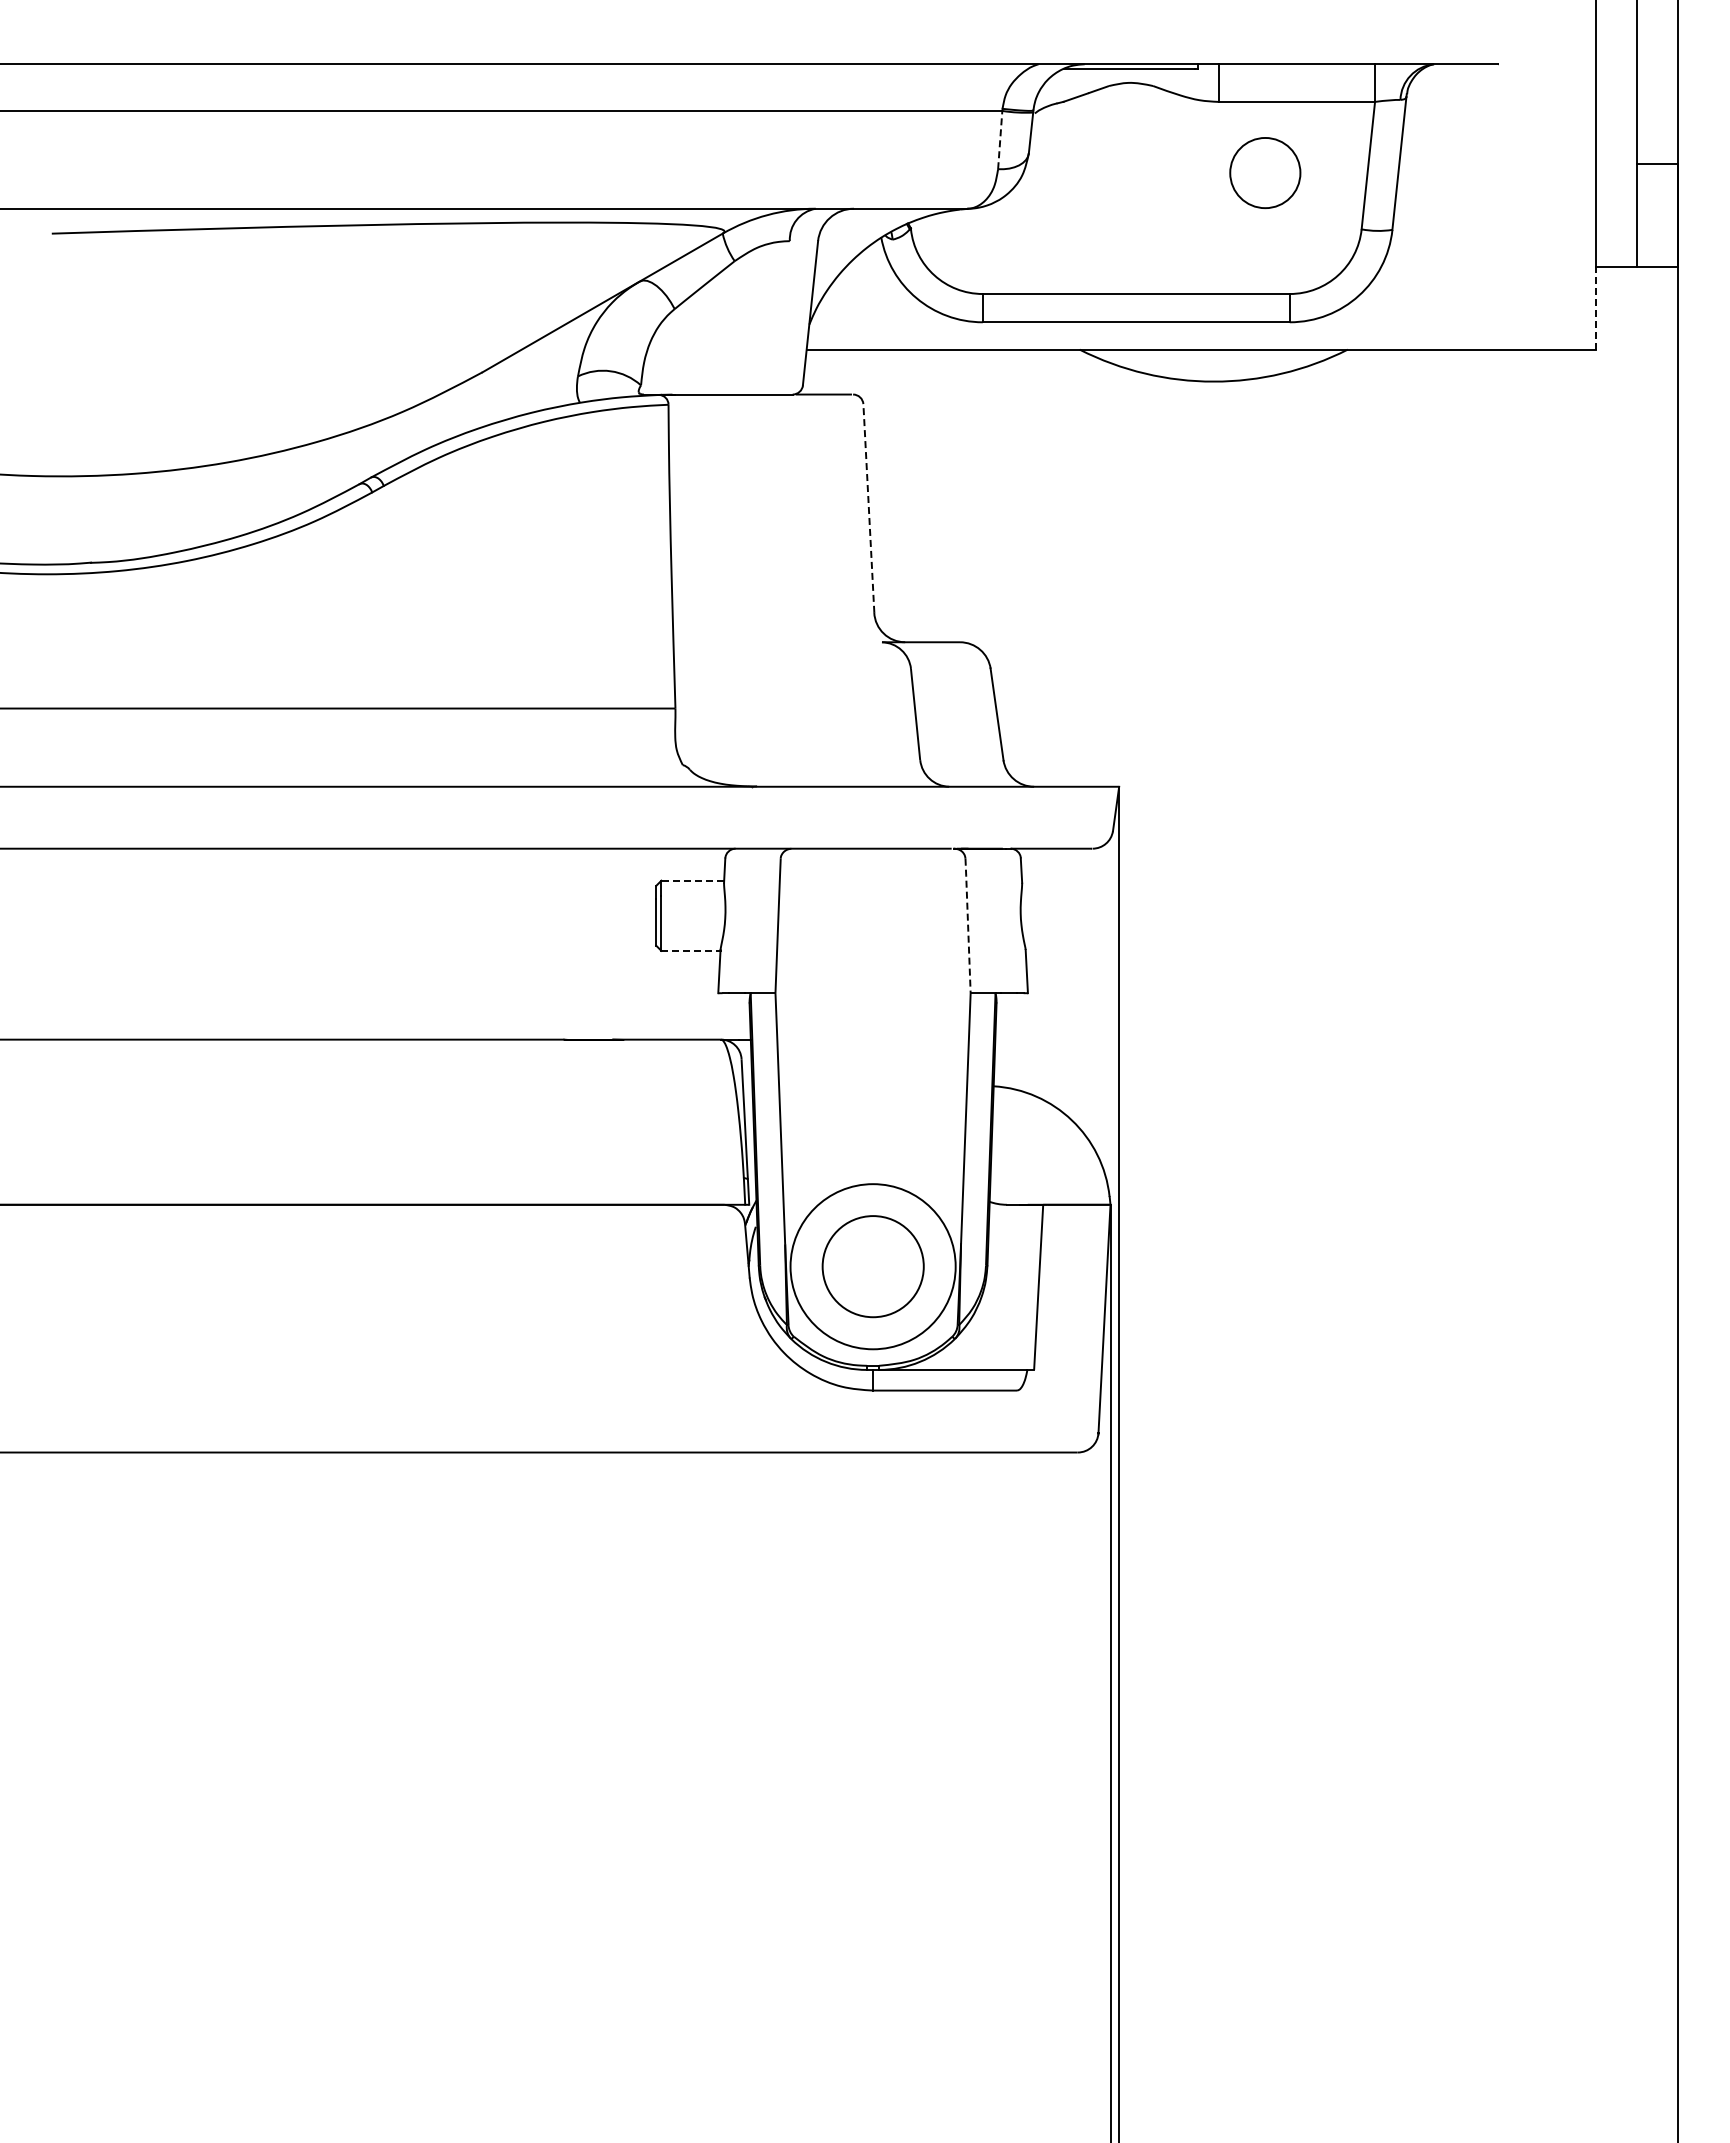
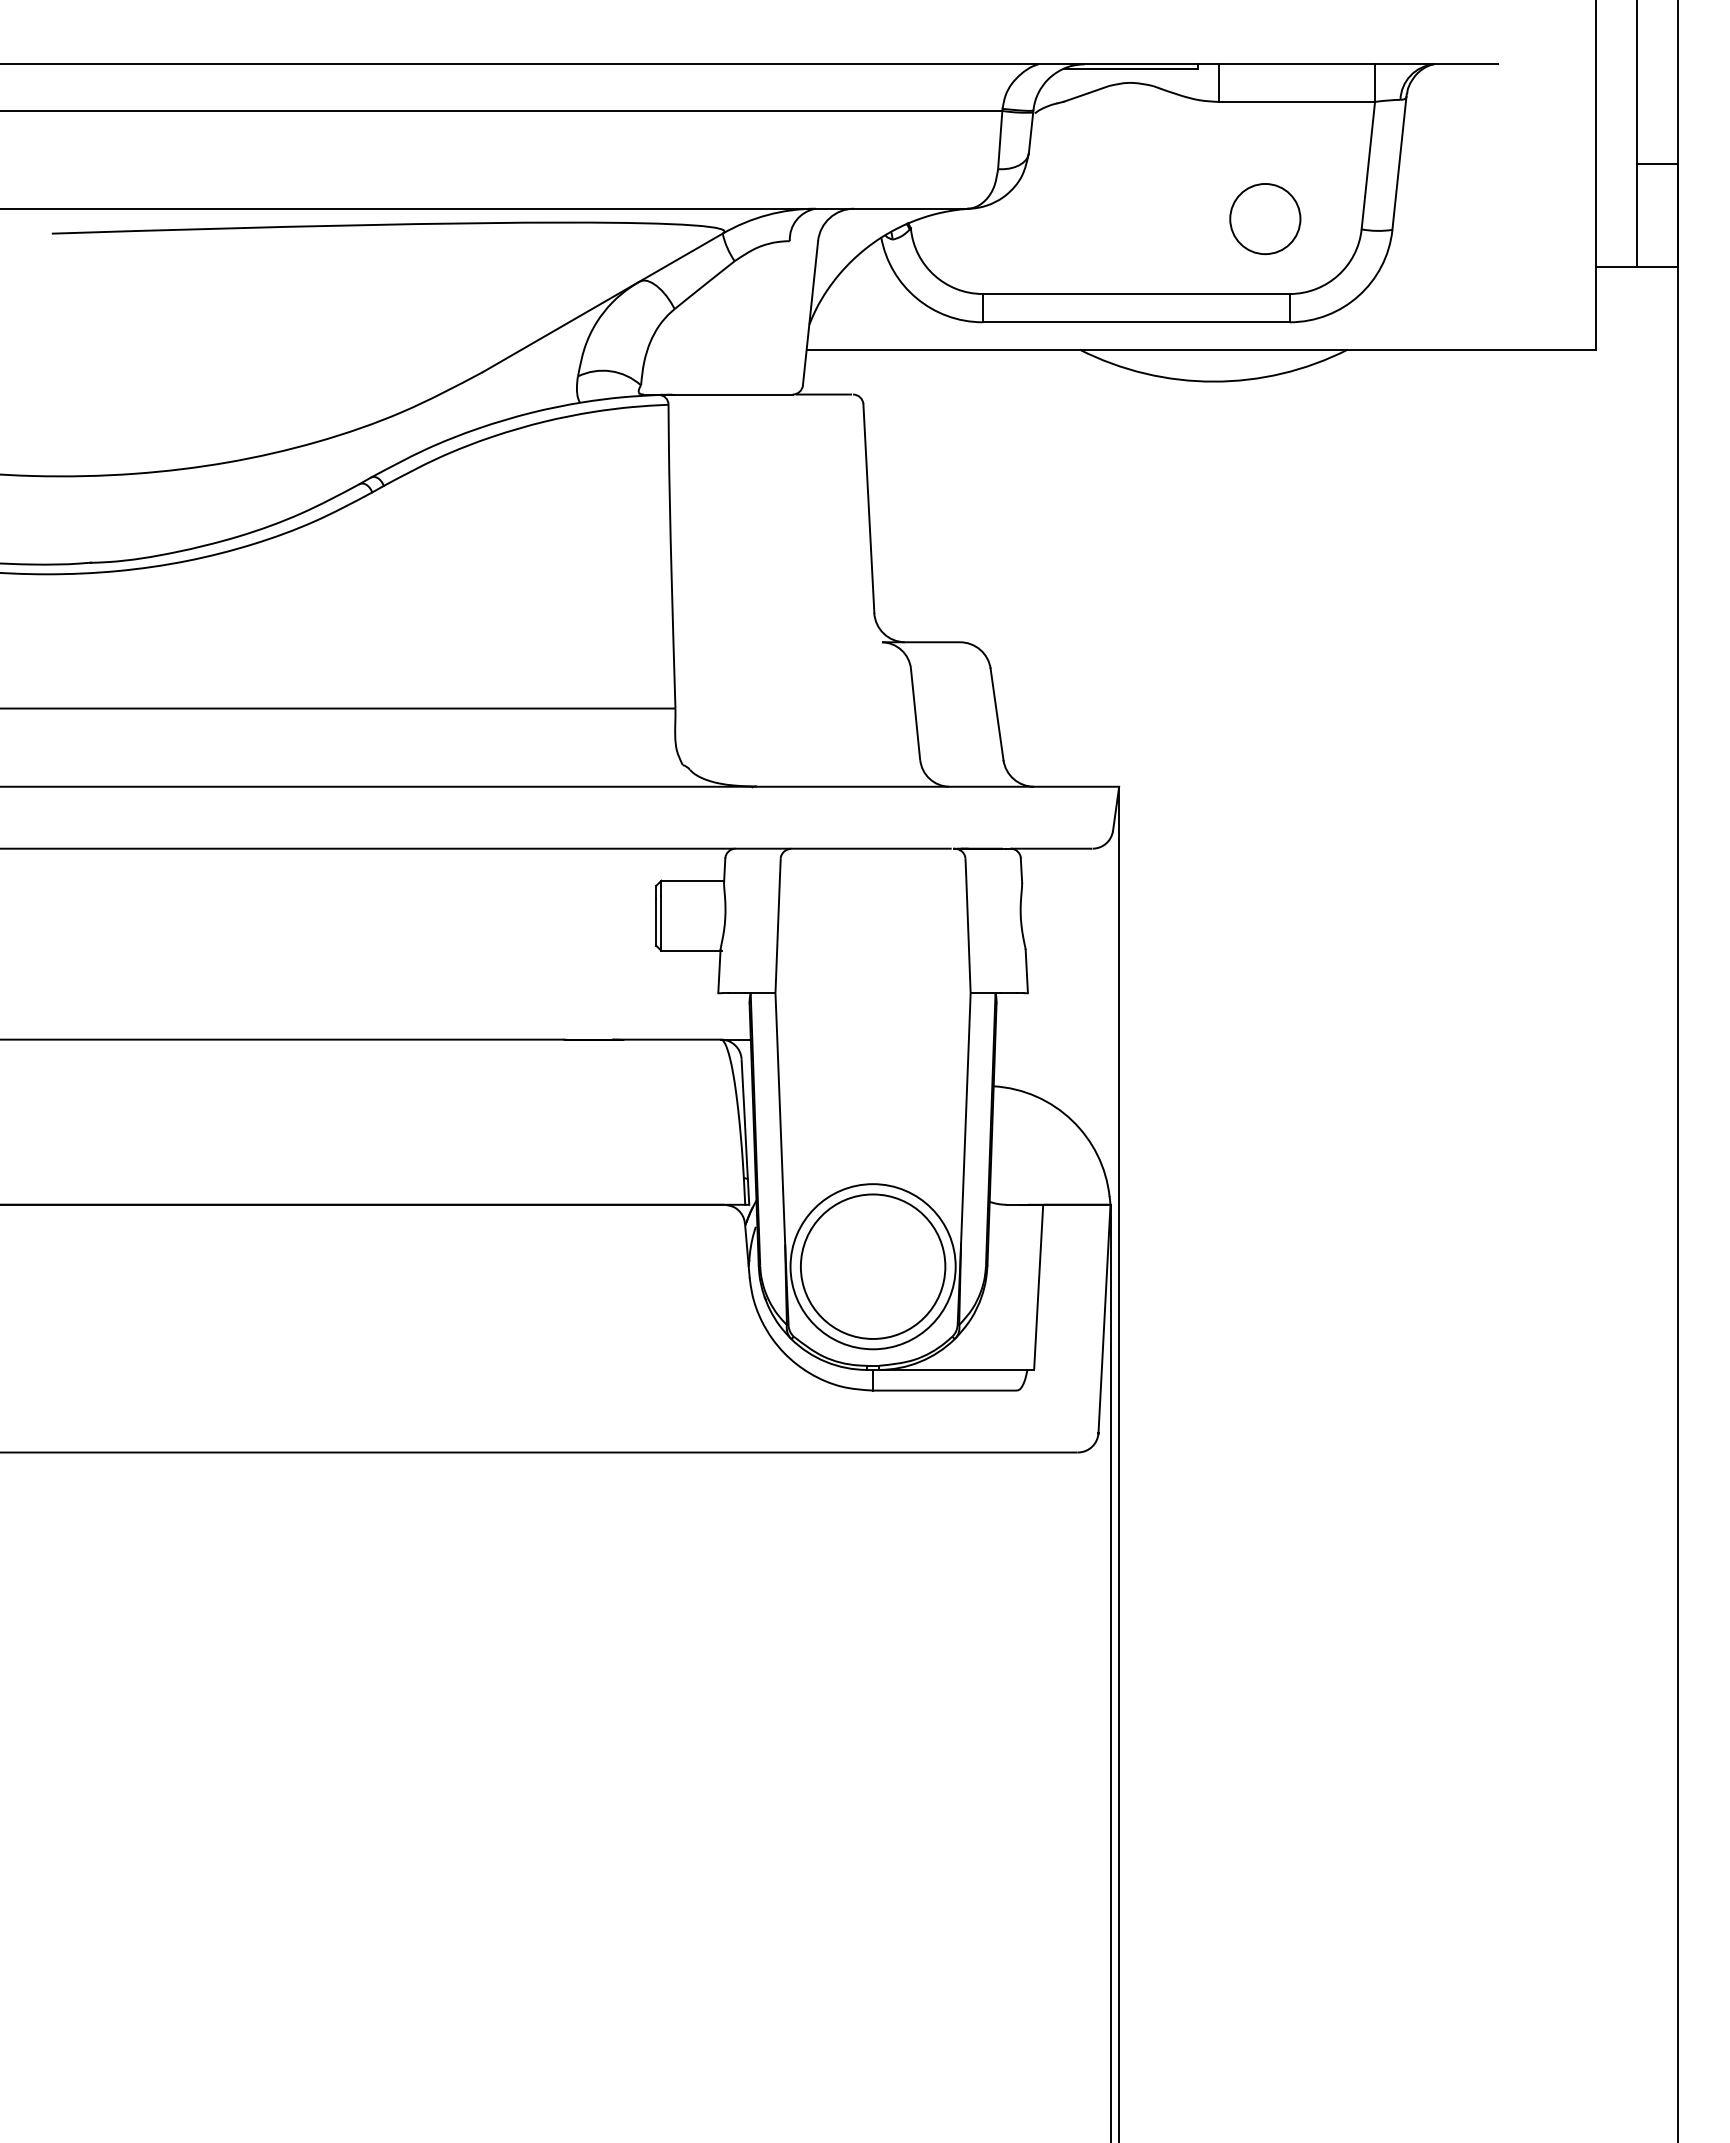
line at (1000, 139): dashed -> solid
circle at (1265, 172) position: (1265, 172) -> (1265, 218)
line at (1595, 307): dashed -> solid
line at (868, 508): dashed -> solid
line at (692, 880): dashed -> solid
line at (968, 925): dashed -> solid
line at (692, 950): dashed -> solid
circle at (872, 1266) size: 104x104 px -> 147x147 px
